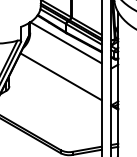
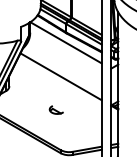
part at (55, 109): none -> present
